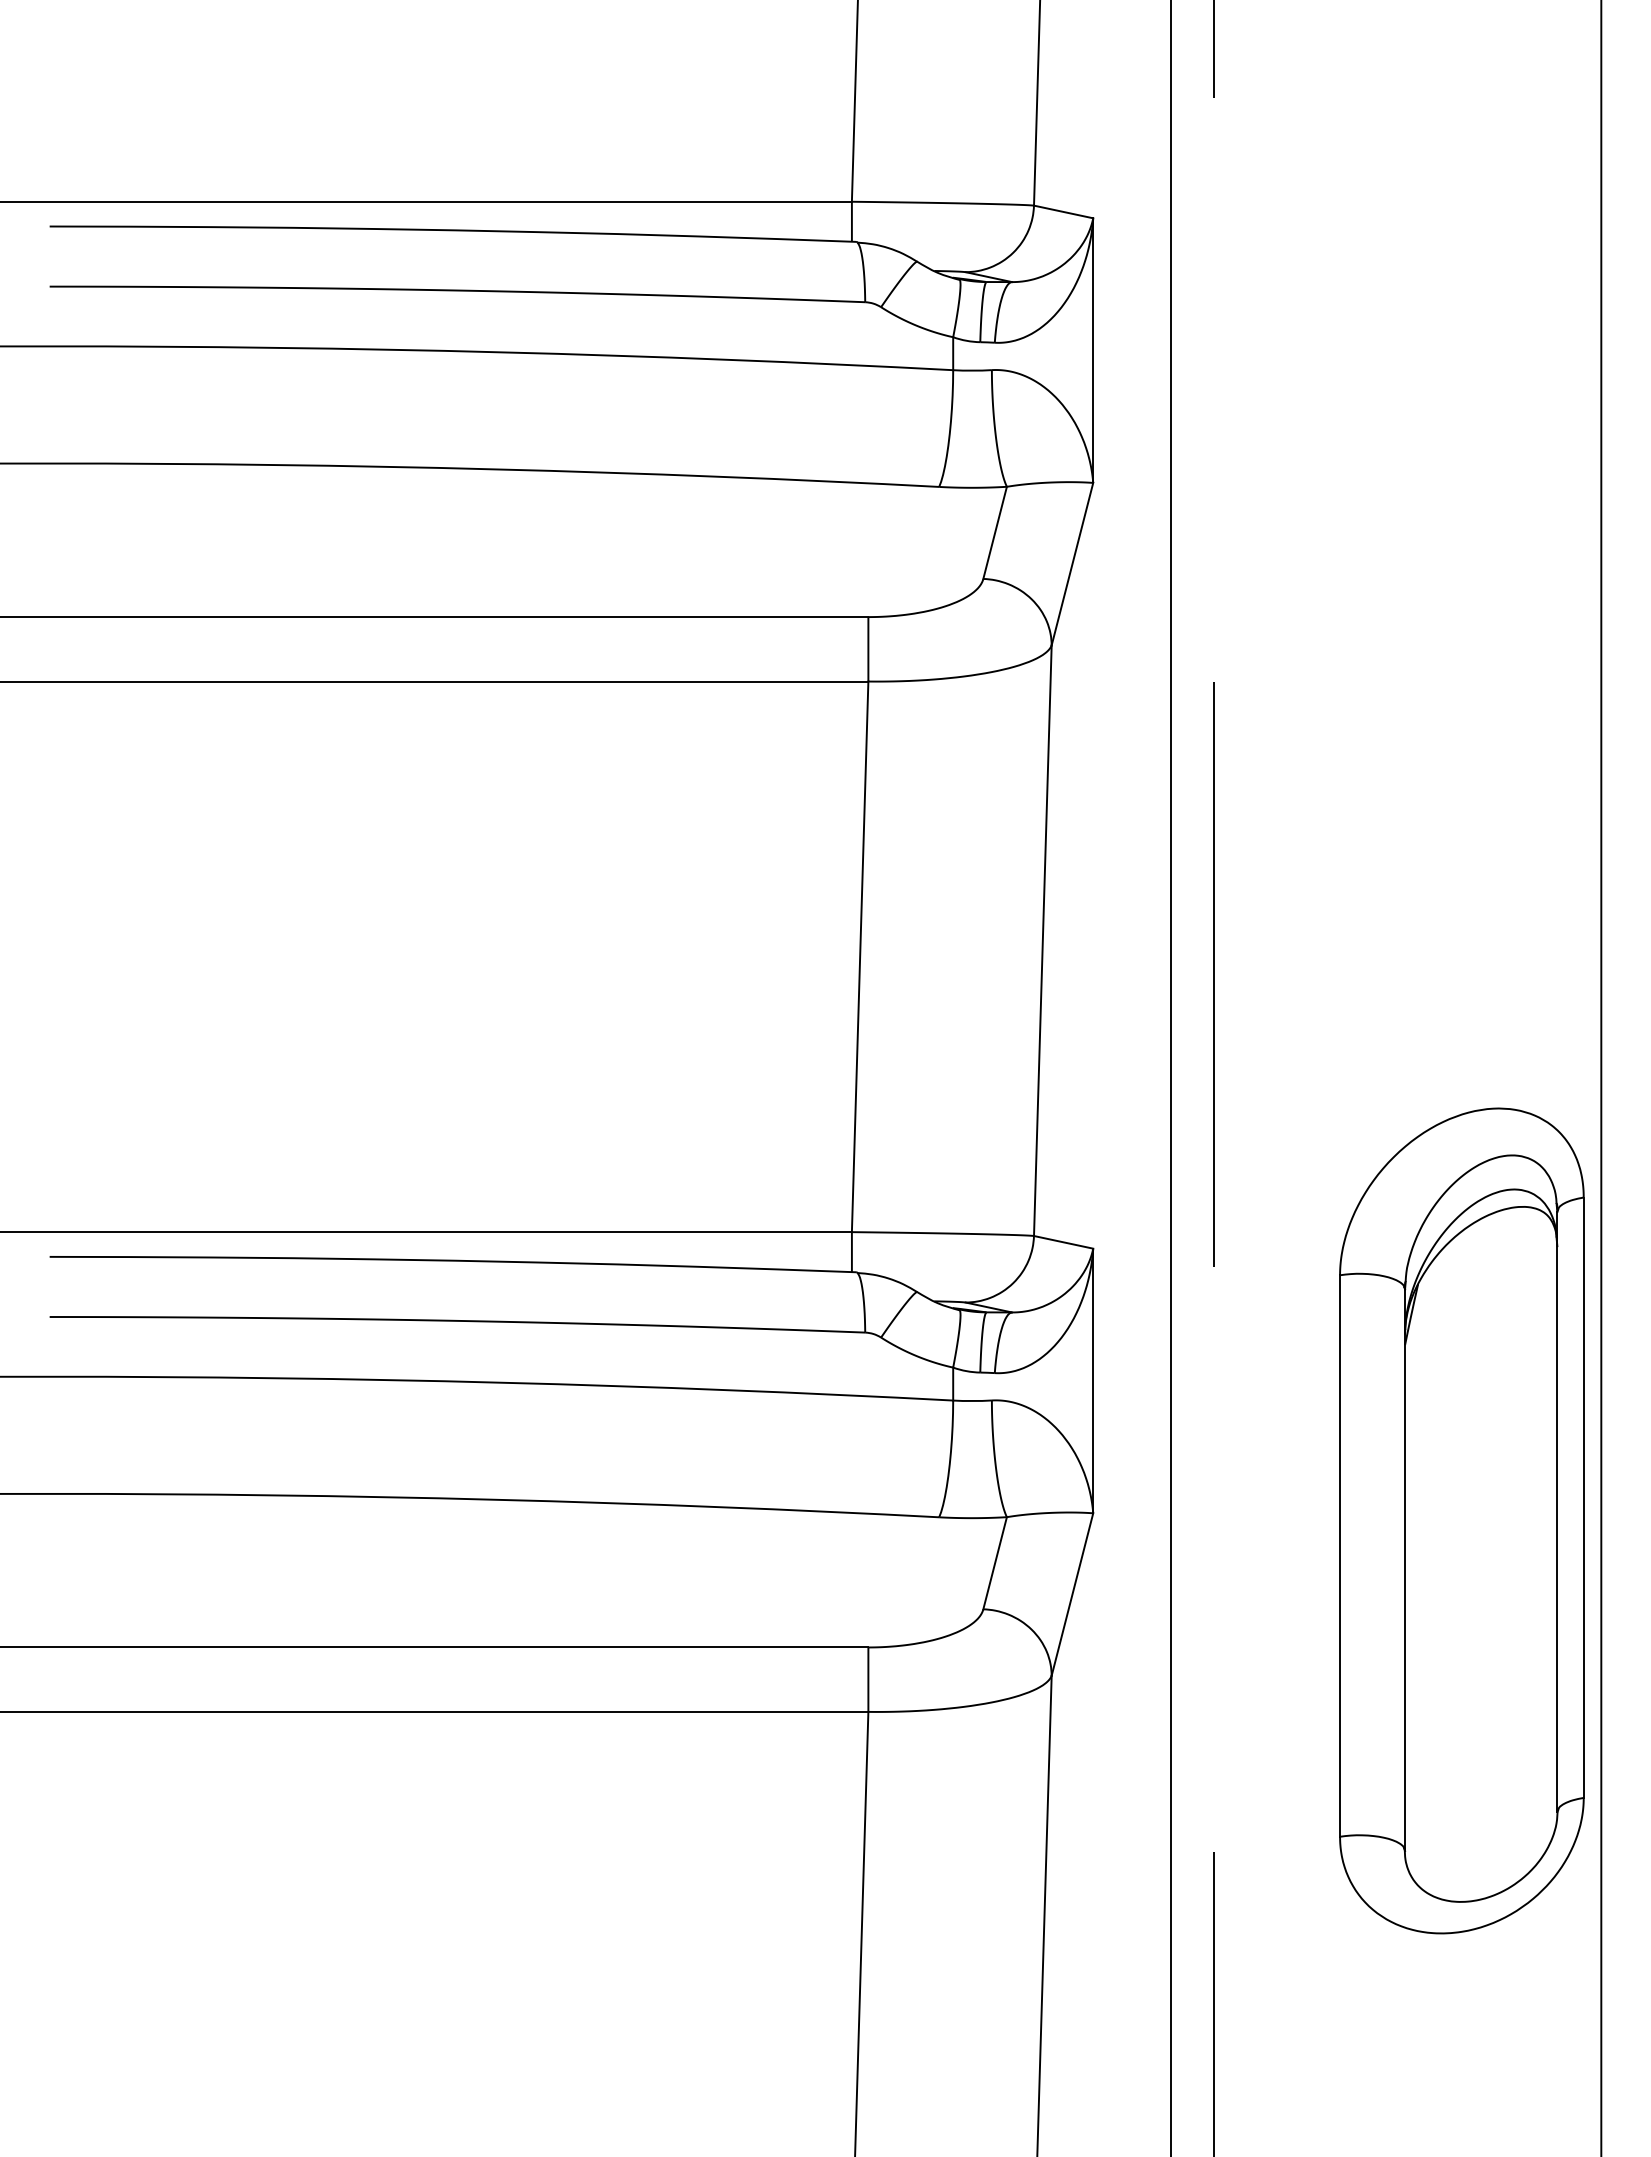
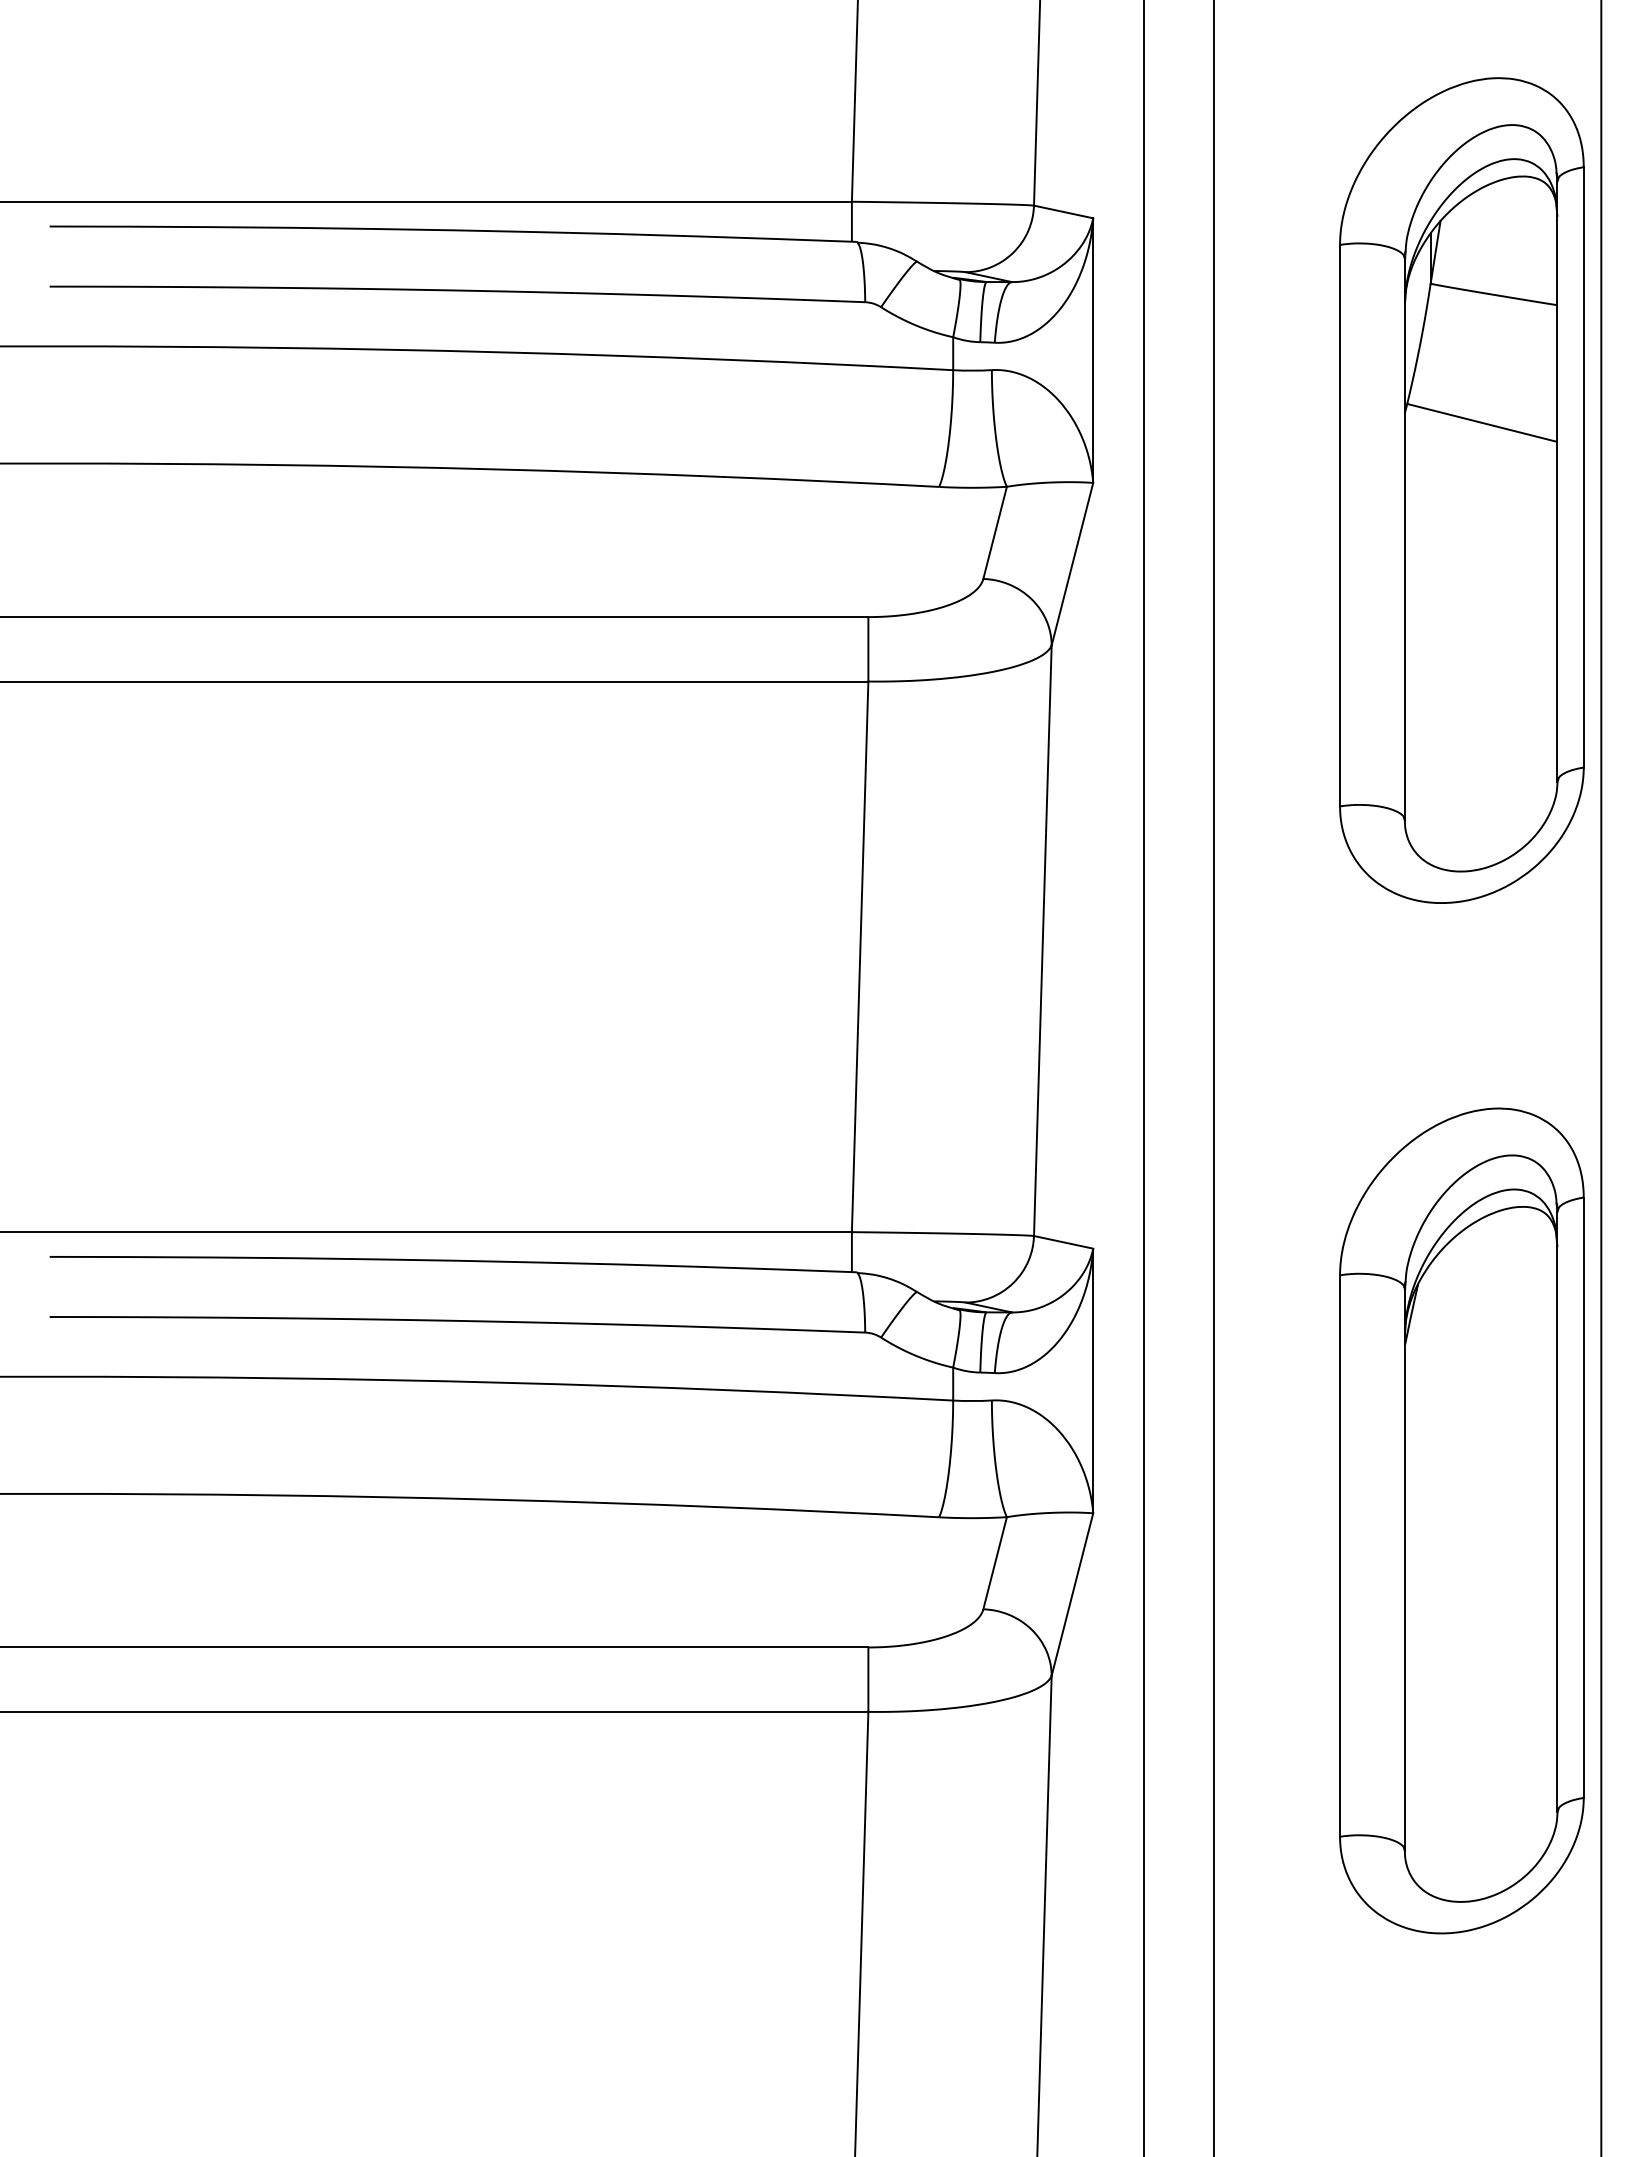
part at (1461, 490): none -> present
line at (1170, 1077) position: (1170, 1077) -> (1143, 1077)
line at (1213, 1078): dashed -> solid
